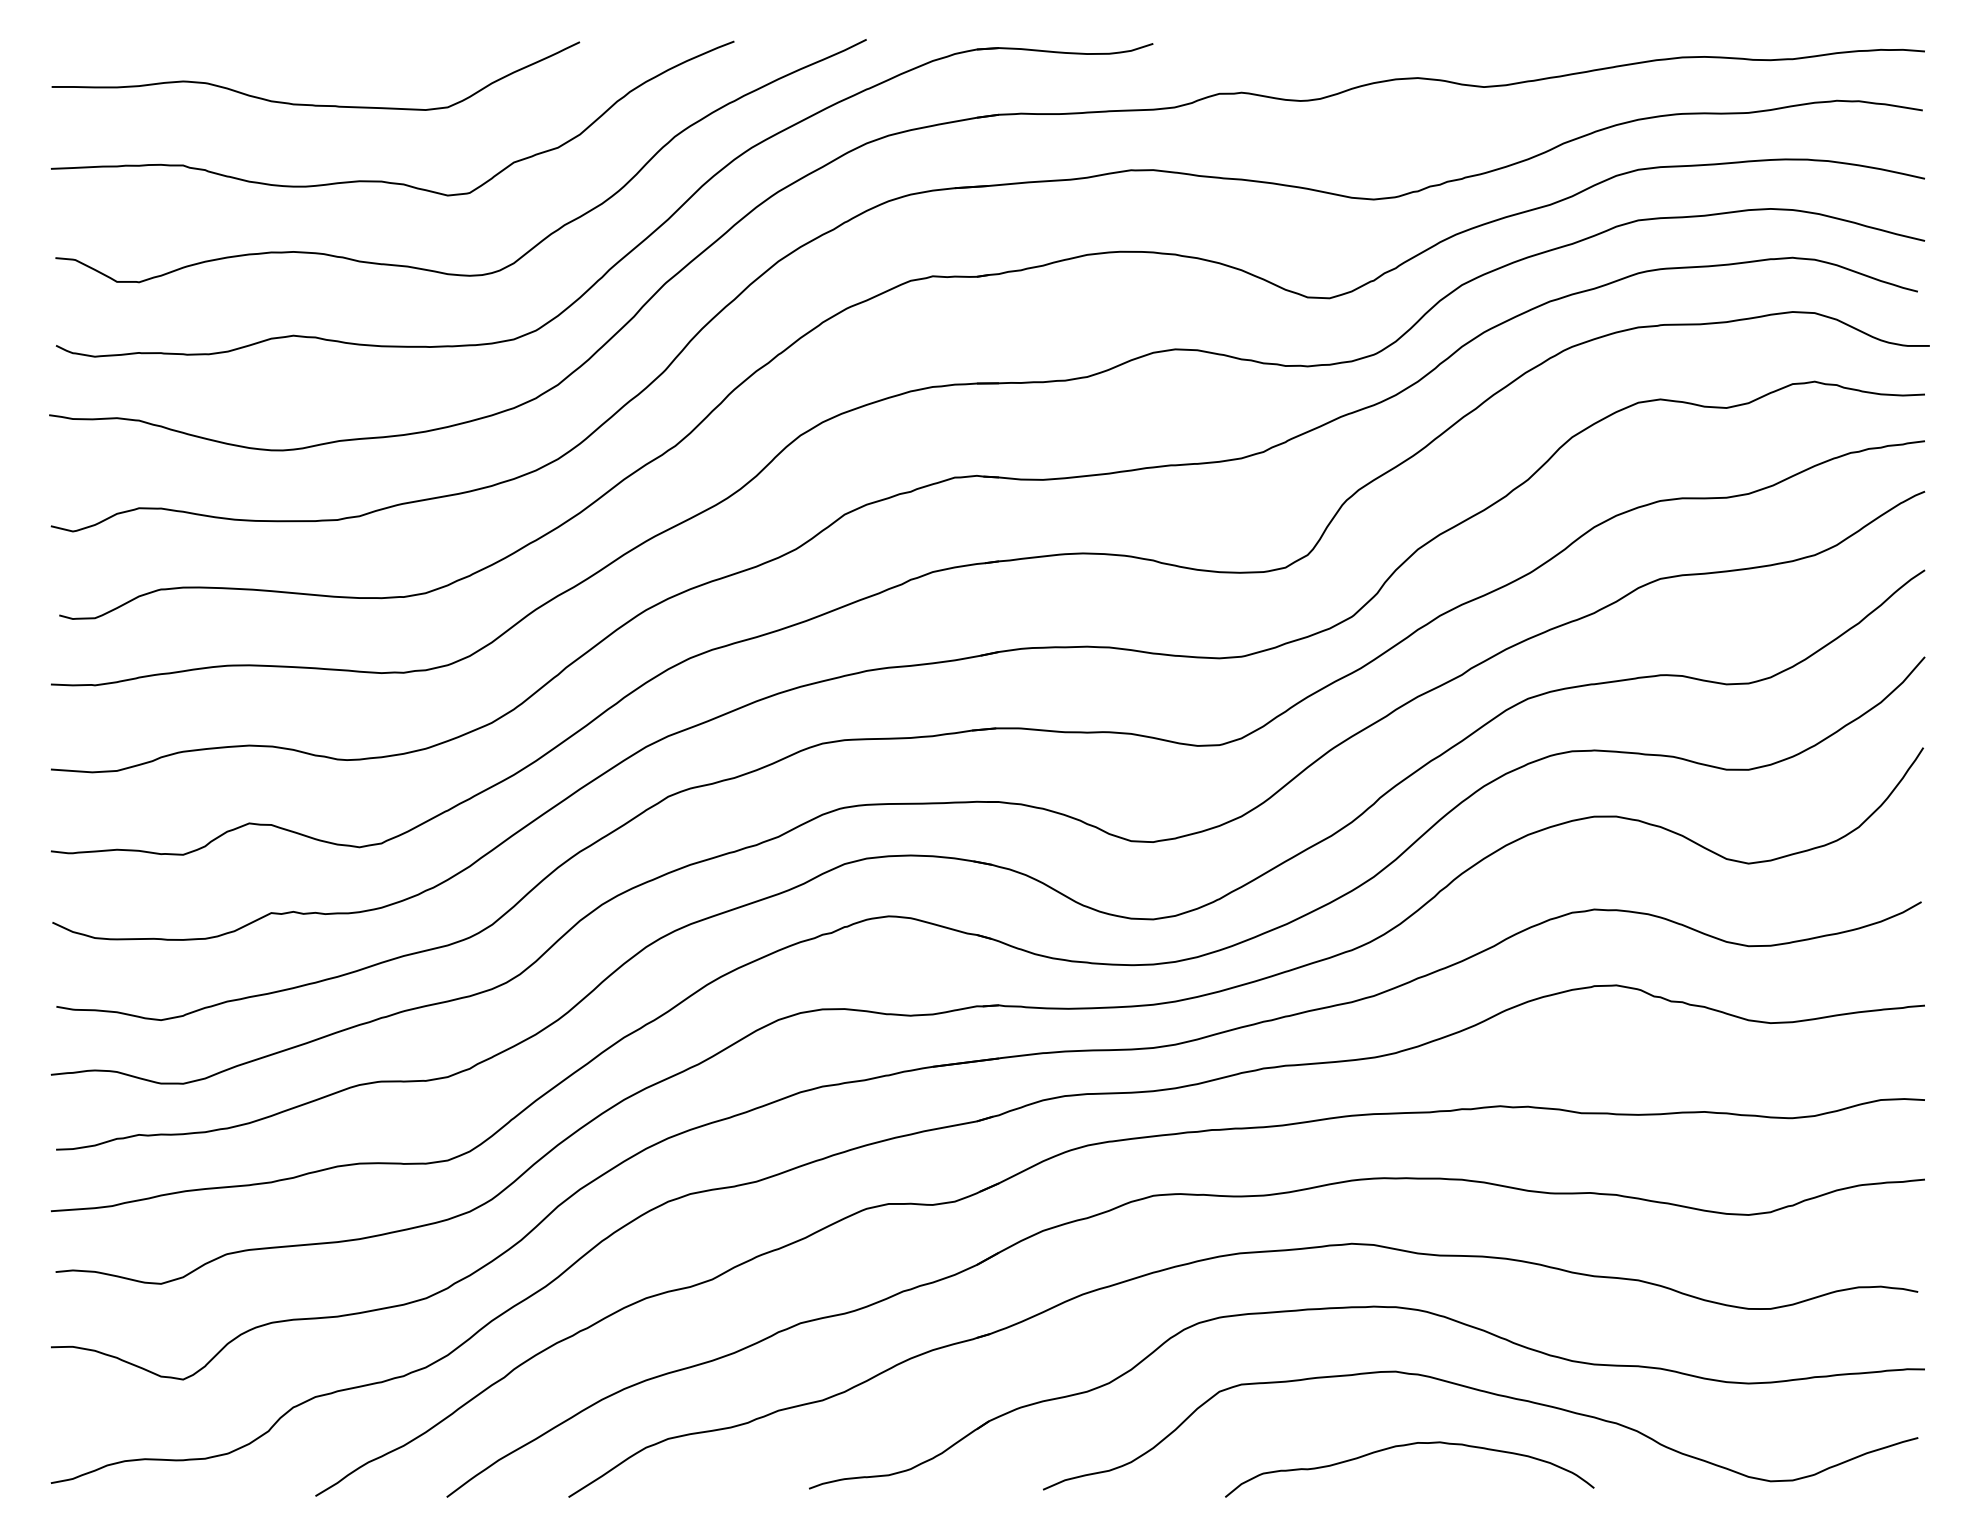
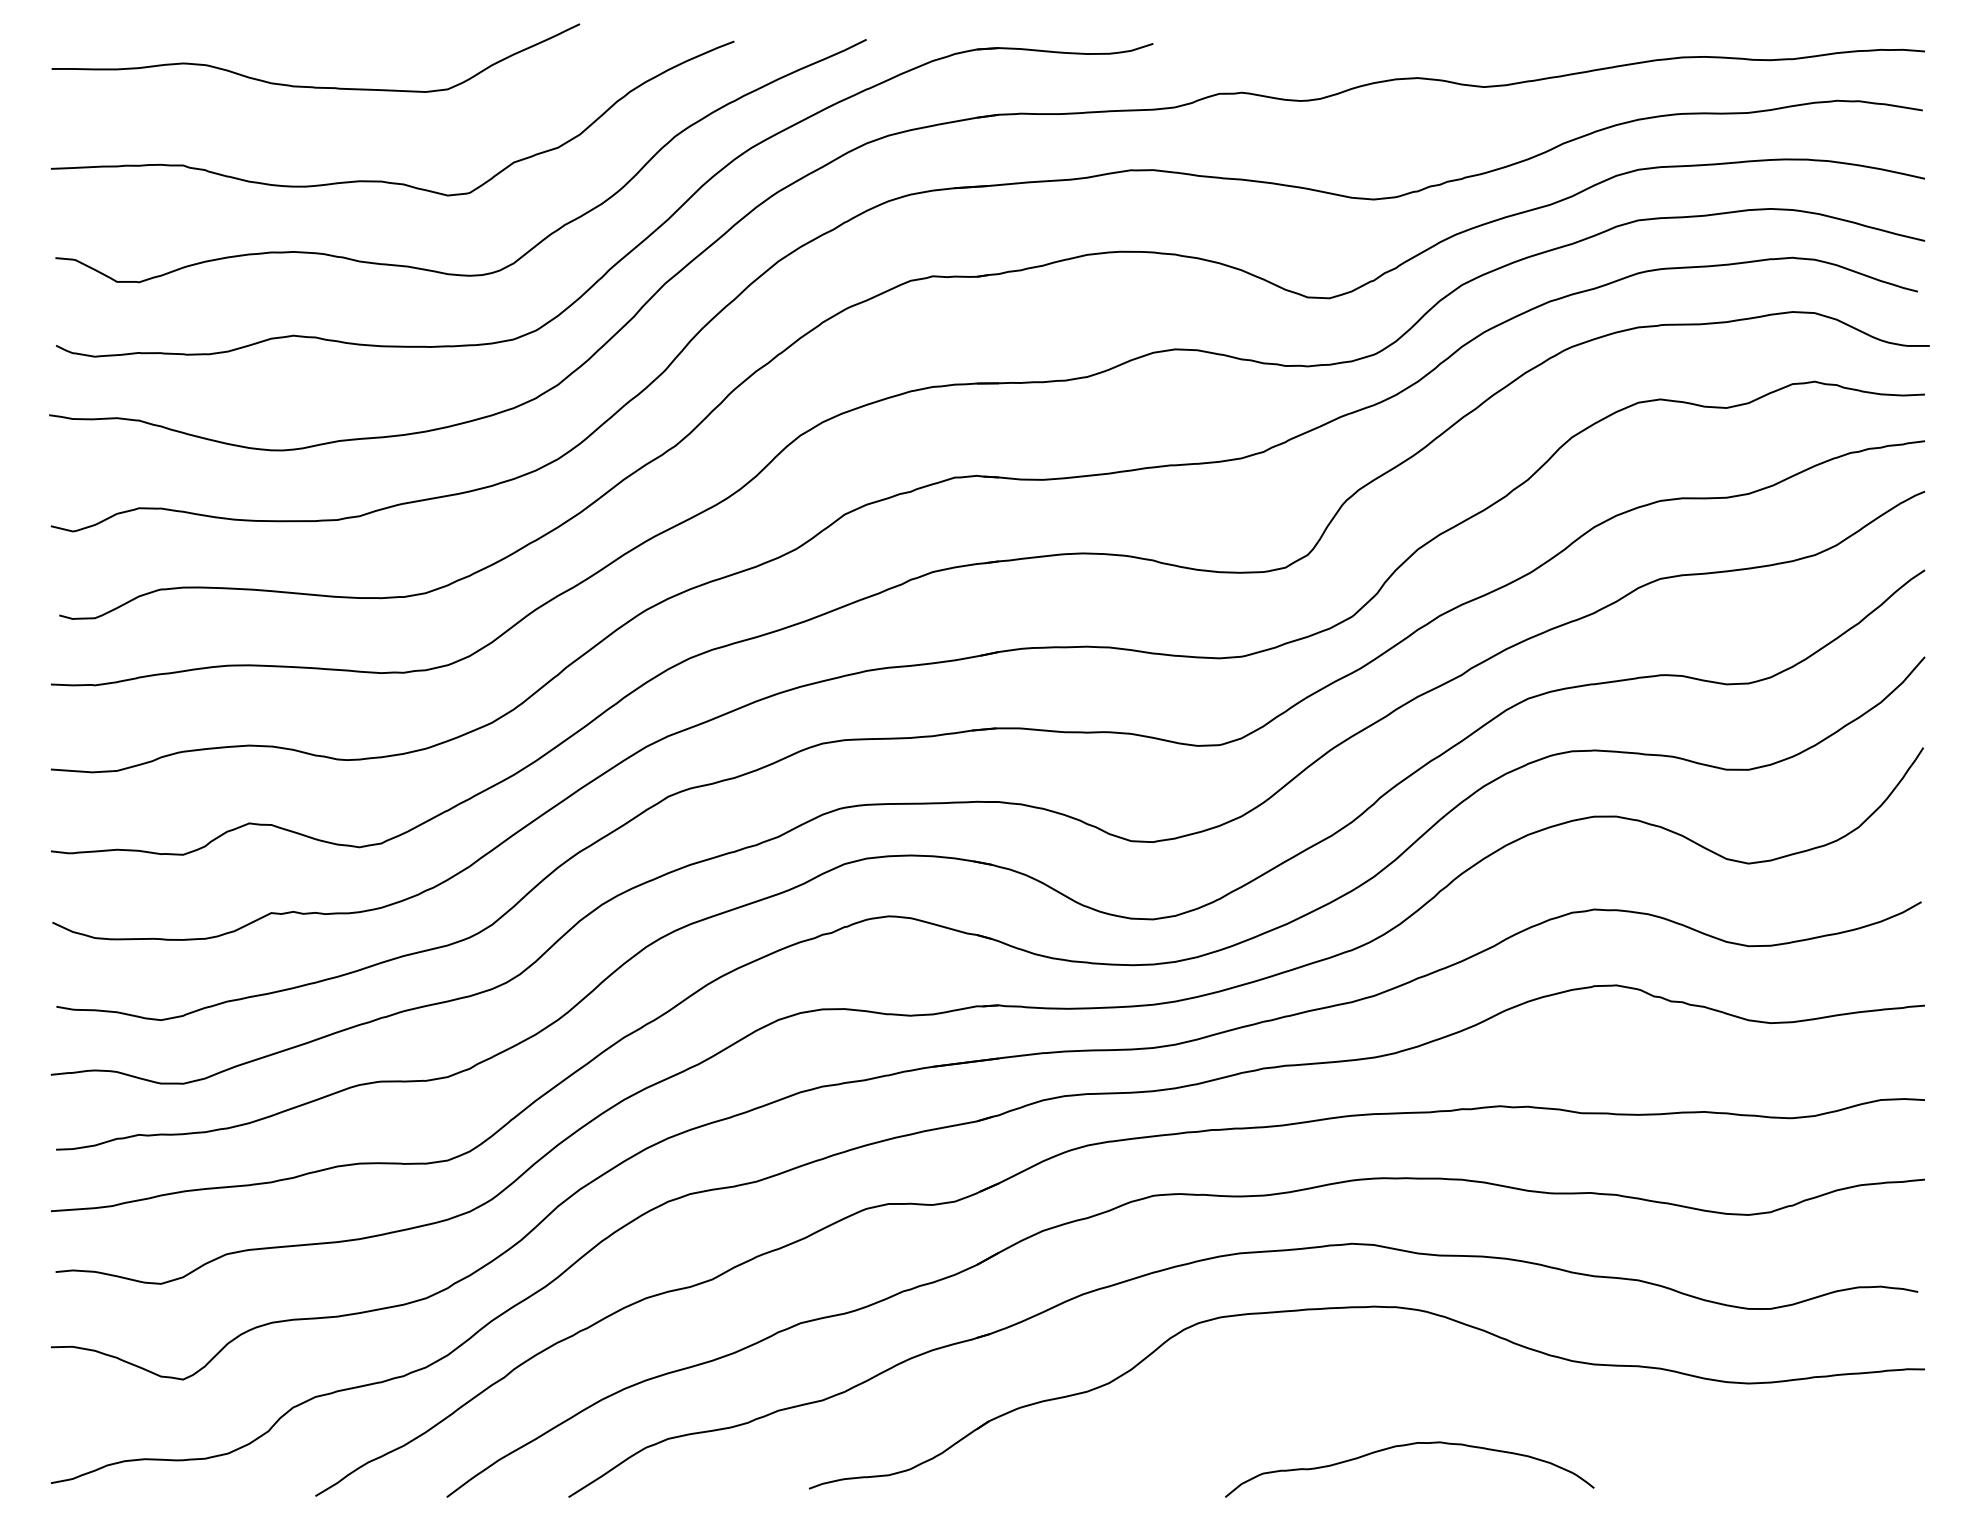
curve at (315, 104) position: (315, 104) -> (315, 86)
curve at (1491, 1394): present -> none
